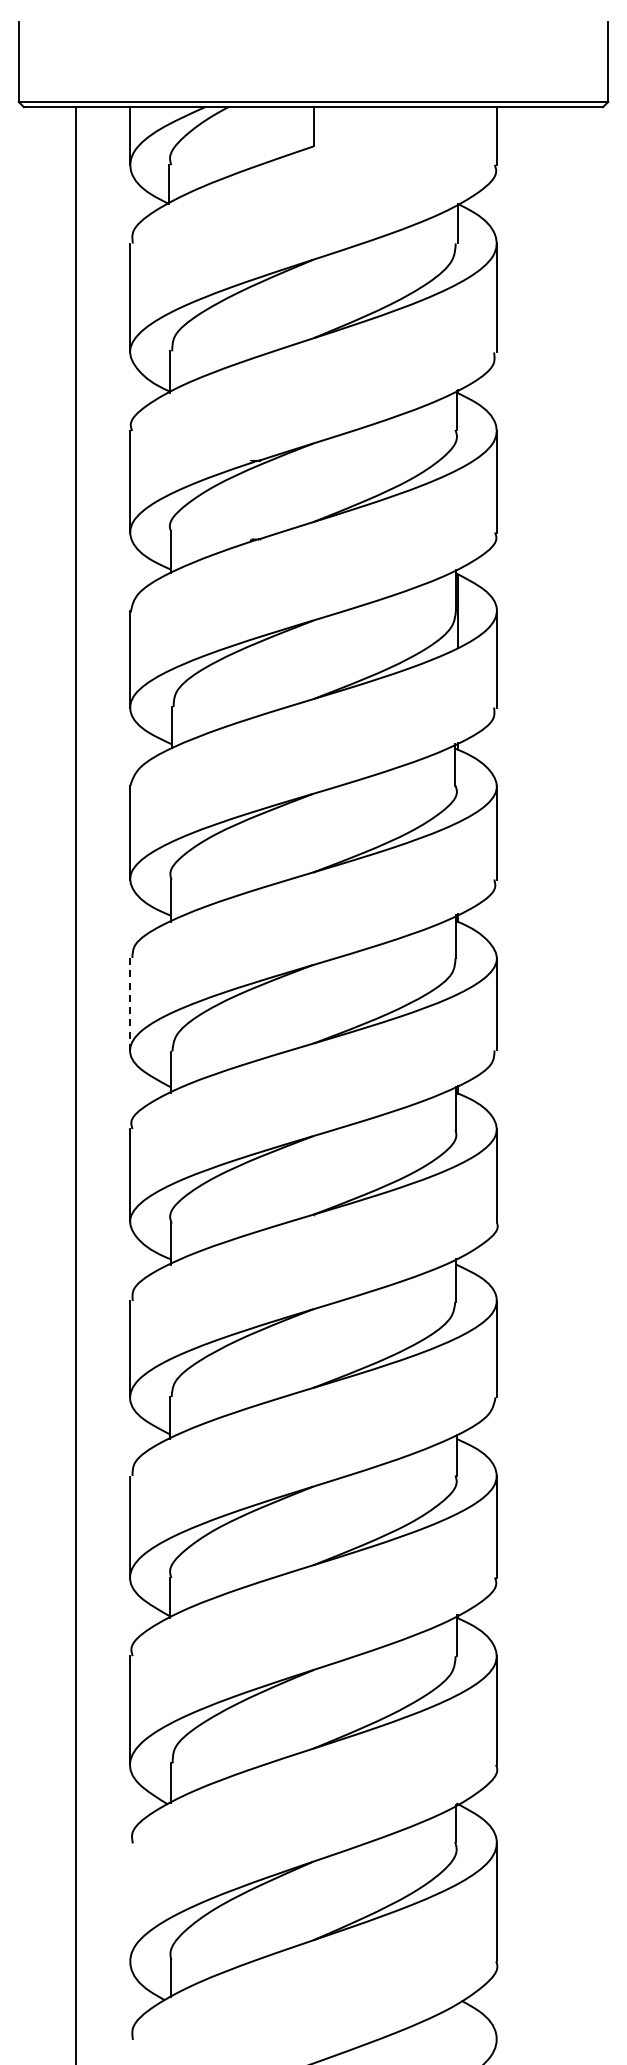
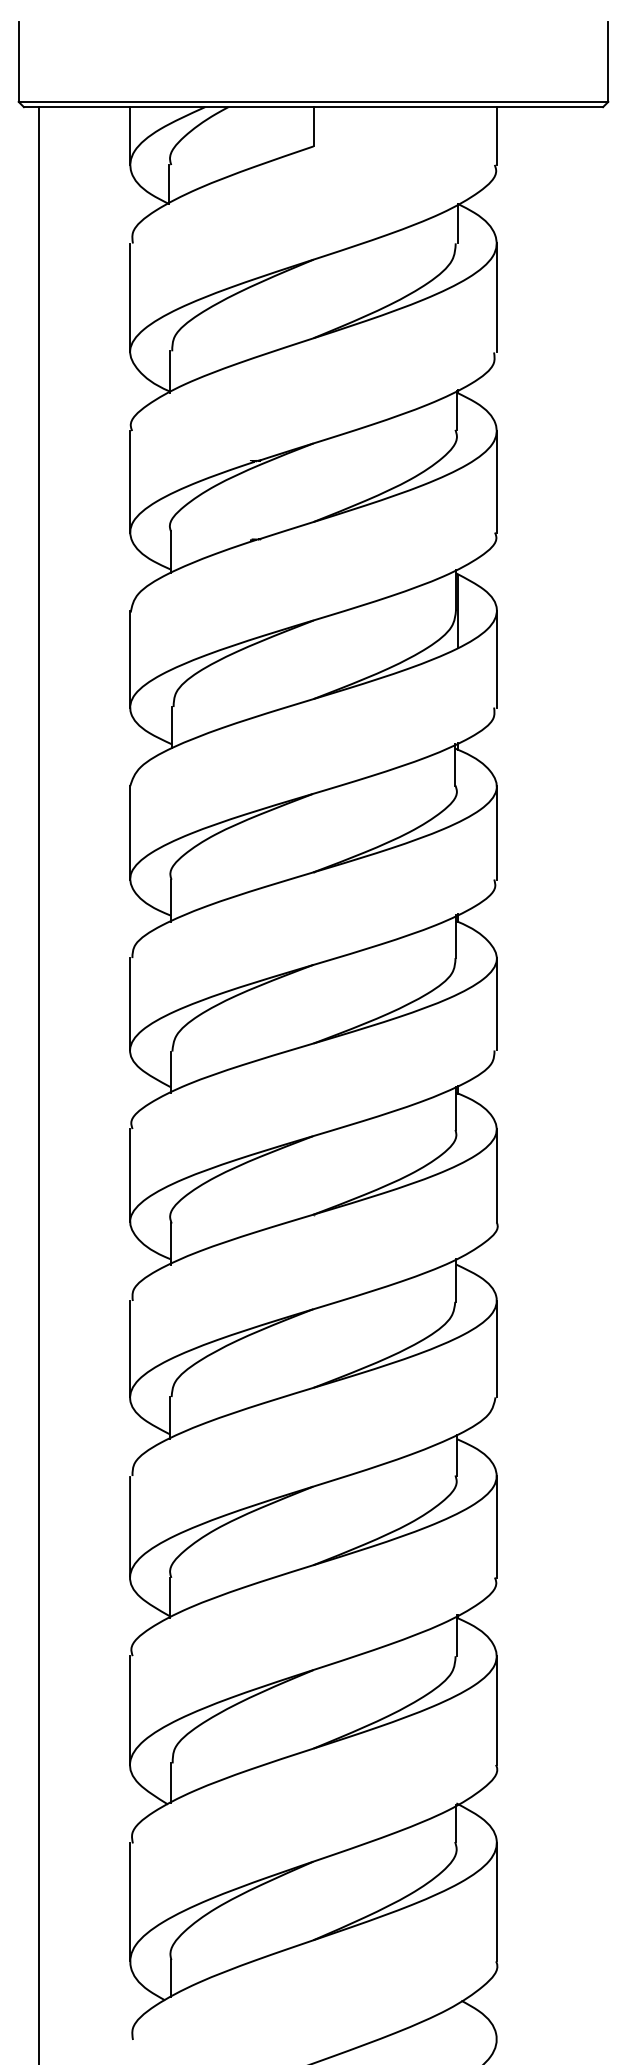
line at (130, 1004): dashed -> solid
line at (75, 1084) position: (75, 1084) -> (38, 1084)
line at (130, 1902): none -> present
